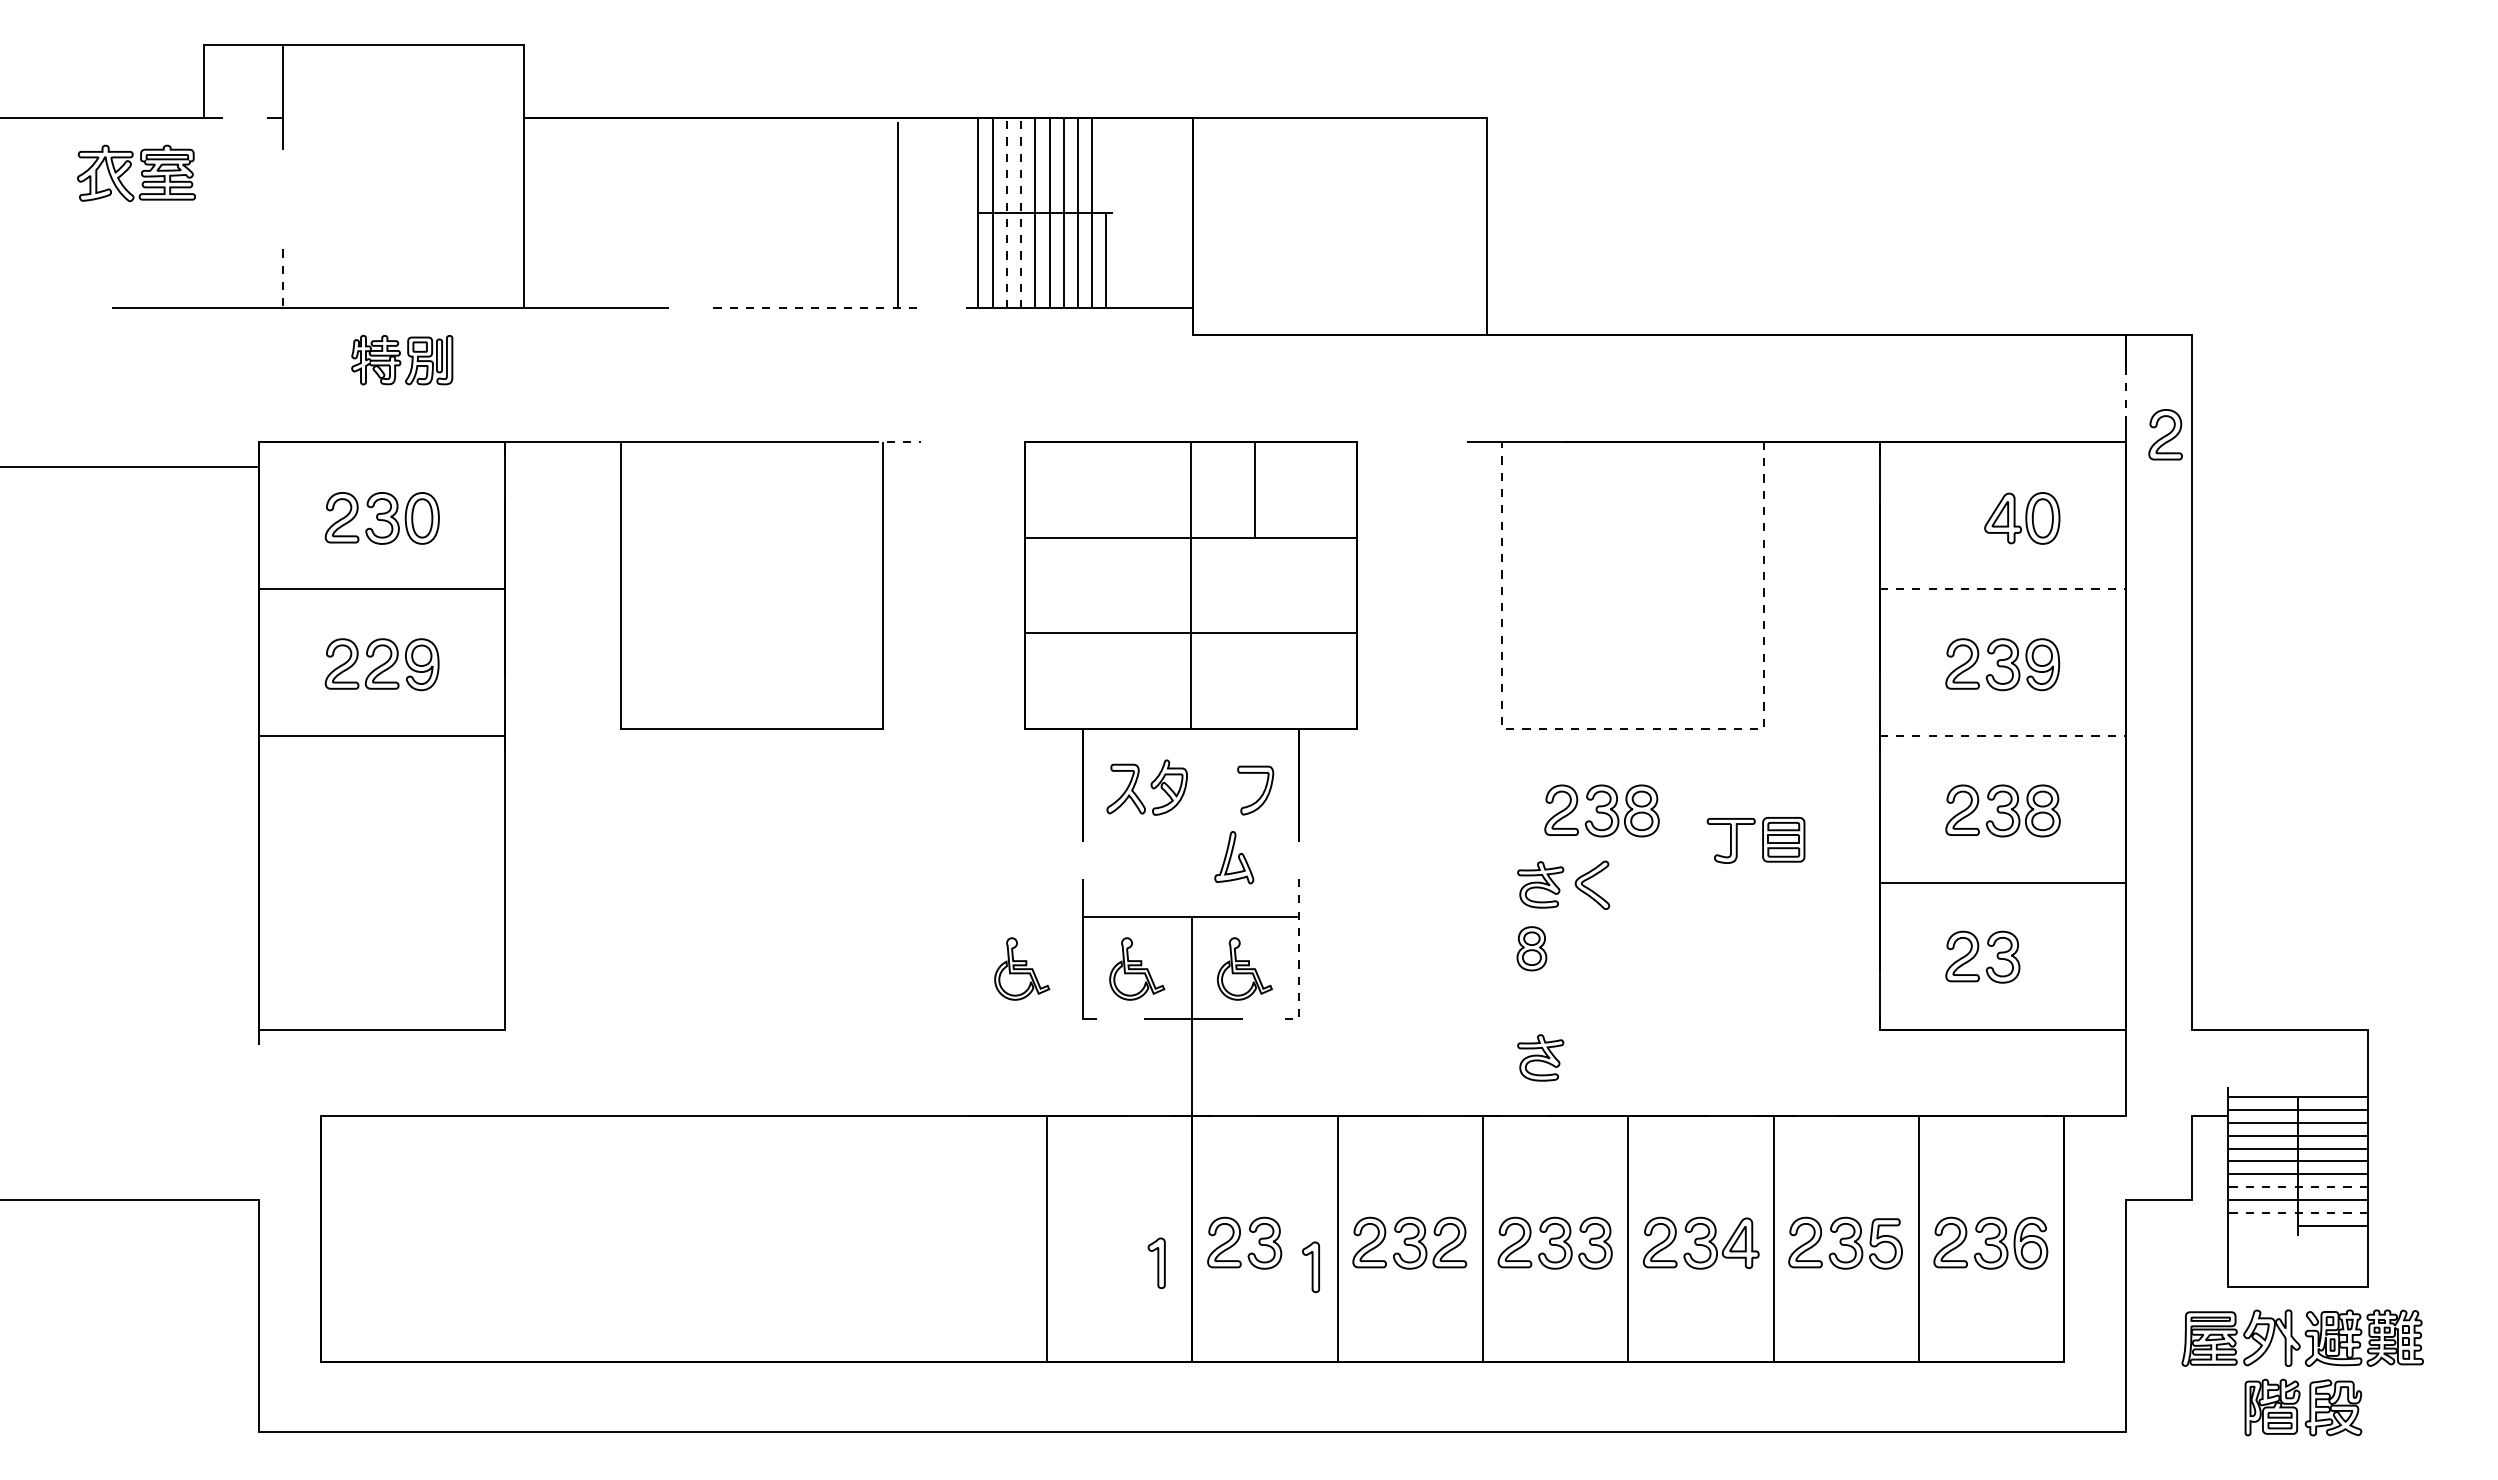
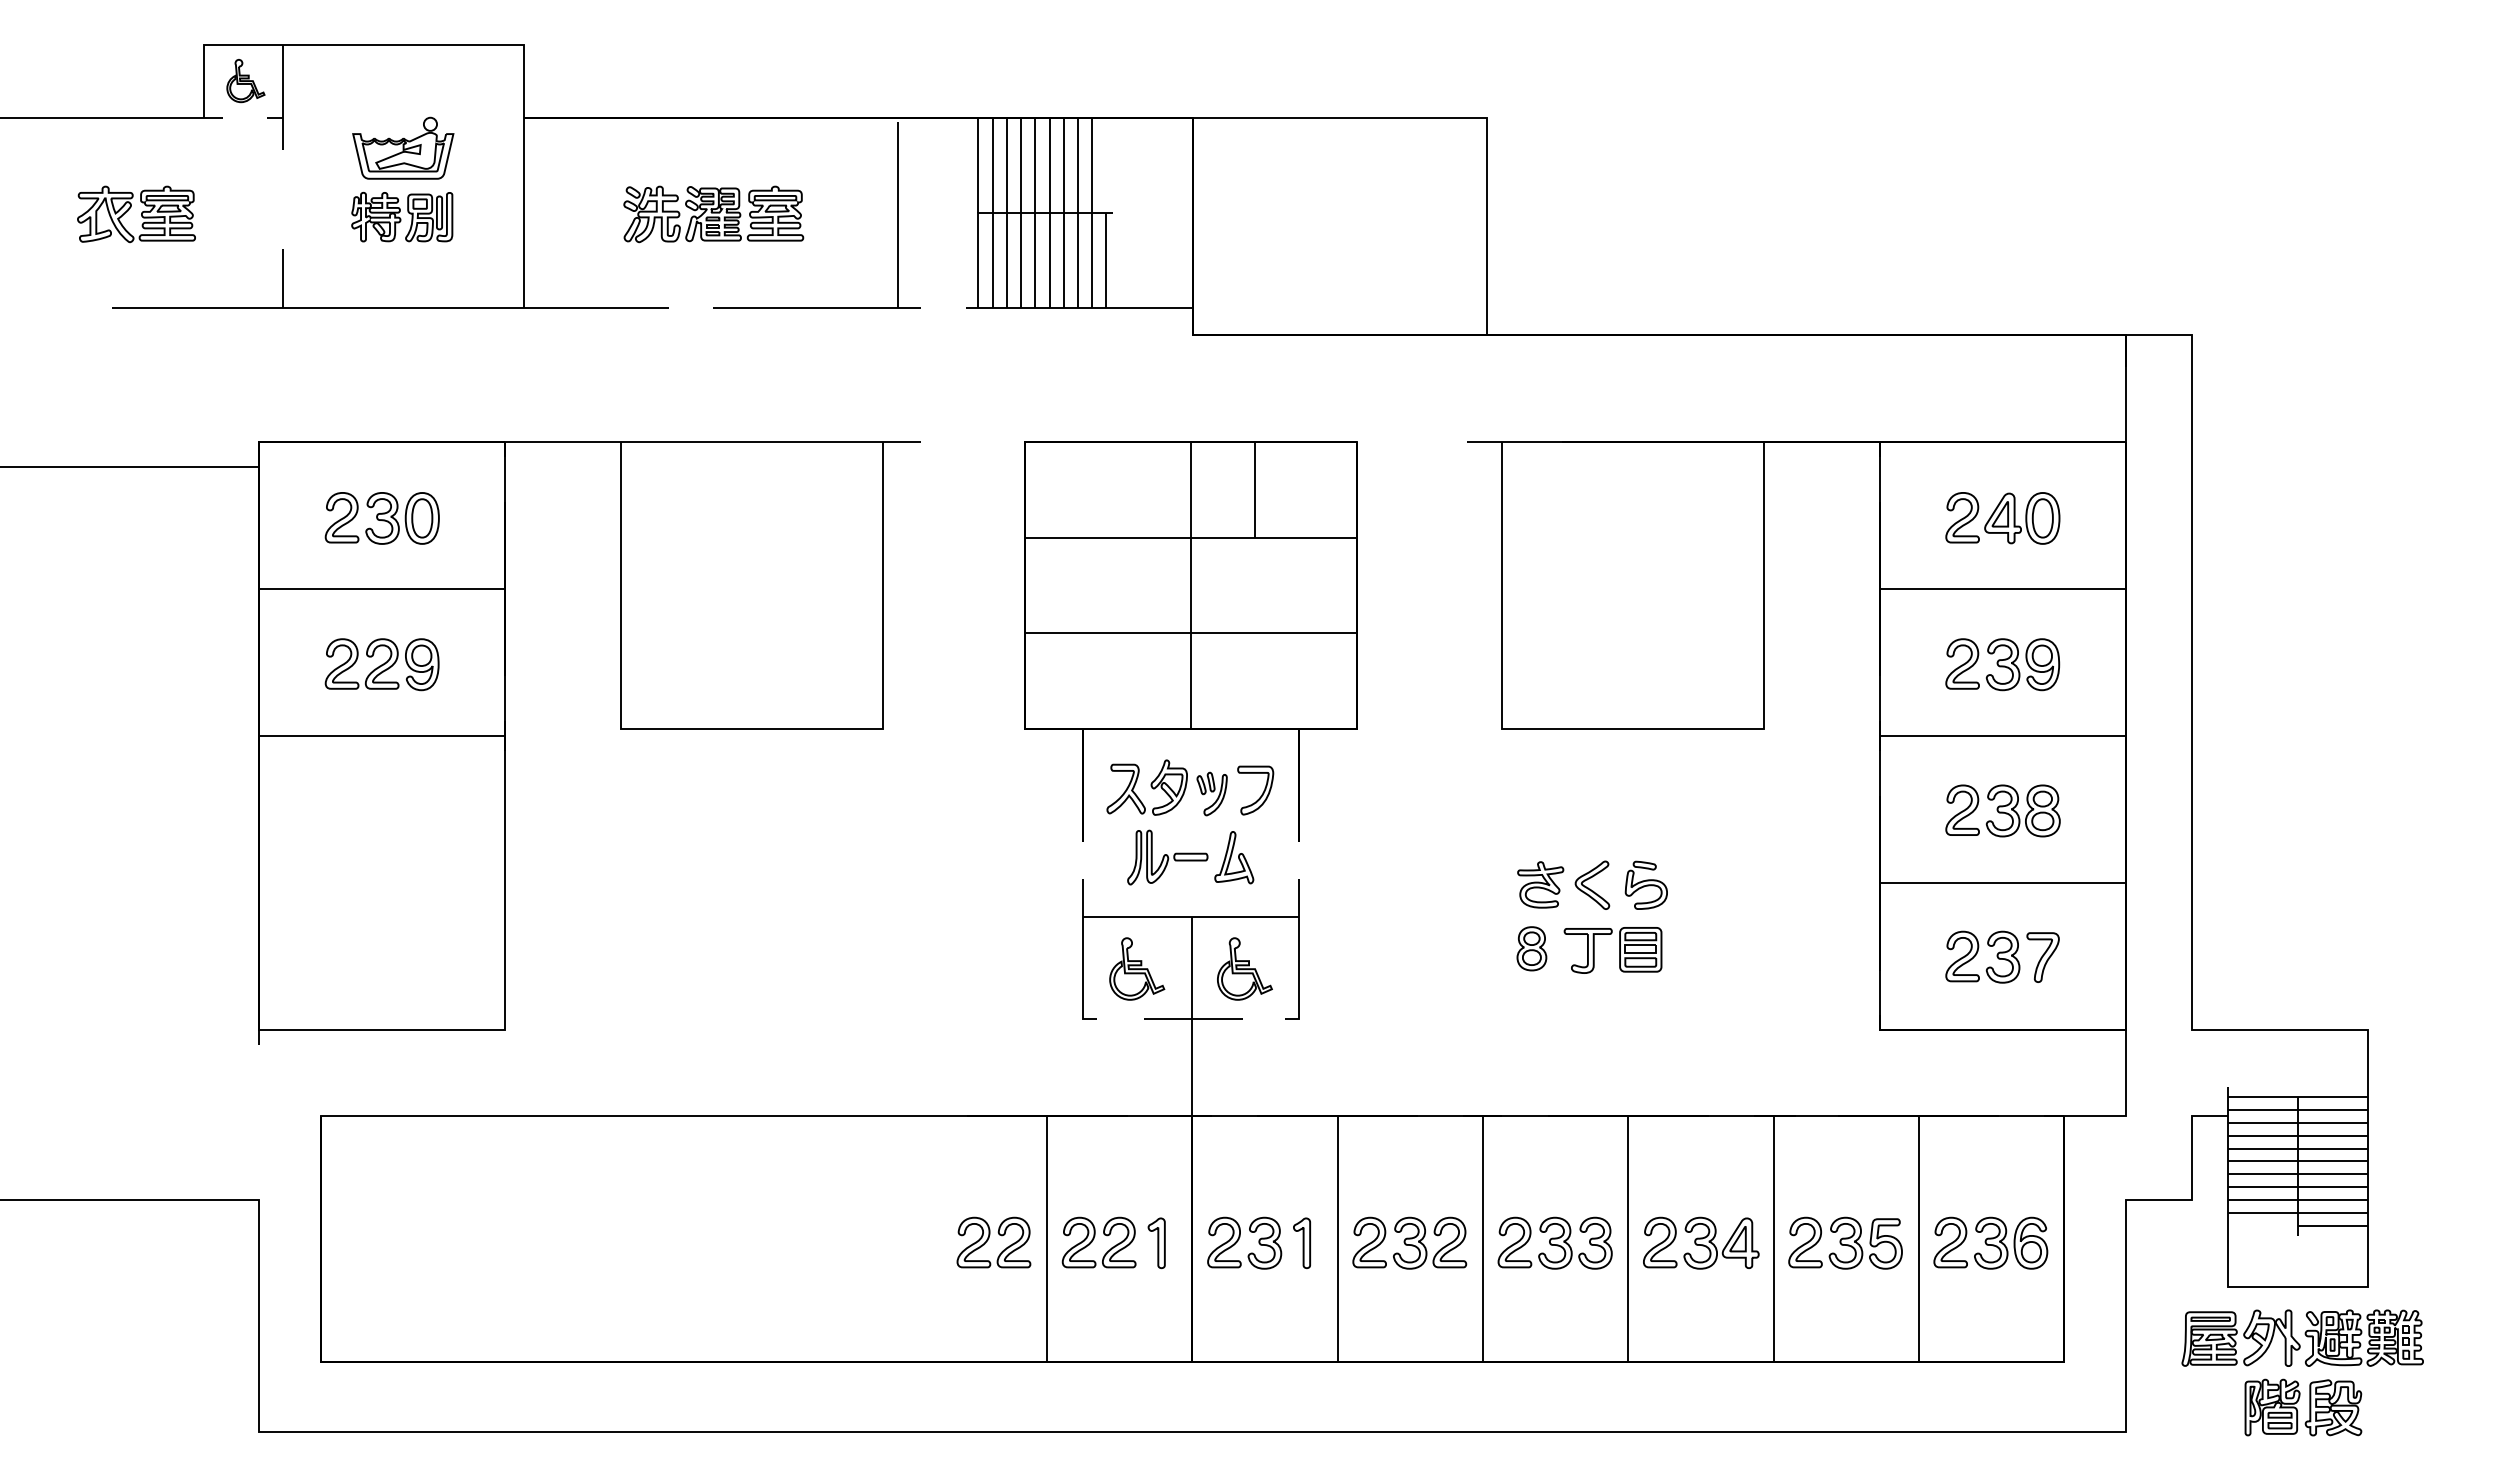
part at (245, 81): none -> present
part at (403, 147): none -> present
part at (136, 173) position: (136, 173) -> (136, 214)
line at (1006, 212): dashed -> solid
line at (1021, 212): dashed -> solid
part at (713, 214): none -> present
line at (282, 278): dashed -> solid
line at (817, 308): dashed -> solid
part at (402, 359) position: (402, 359) -> (402, 216)
line at (2125, 394): dashed -> solid
part at (2165, 434) position: (2165, 434) -> (1962, 517)
line at (896, 441): dashed -> solid
line at (2002, 589): dashed -> solid
line at (1632, 729): dashed -> solid
line at (2002, 736): dashed -> solid
part at (1211, 793): none -> present
part at (1601, 810): present -> none
part at (1762, 840) position: (1762, 840) -> (1619, 950)
part at (1167, 857): none -> present
part at (1645, 884): none -> present
line at (1298, 956): dashed -> solid
part at (2042, 957): none -> present
part at (1022, 968): present -> none
part at (1540, 1057): present -> none
line at (2297, 1187): dashed -> solid
line at (2297, 1212): dashed -> solid
part at (993, 1242): none -> present
part at (1098, 1242): none -> present
part at (1156, 1263) position: (1156, 1263) -> (1156, 1243)
part at (1310, 1267) position: (1310, 1267) -> (1301, 1243)
